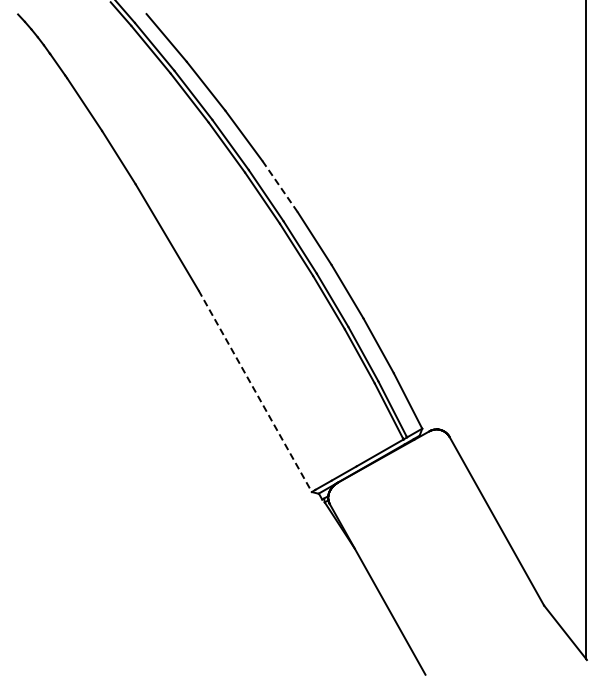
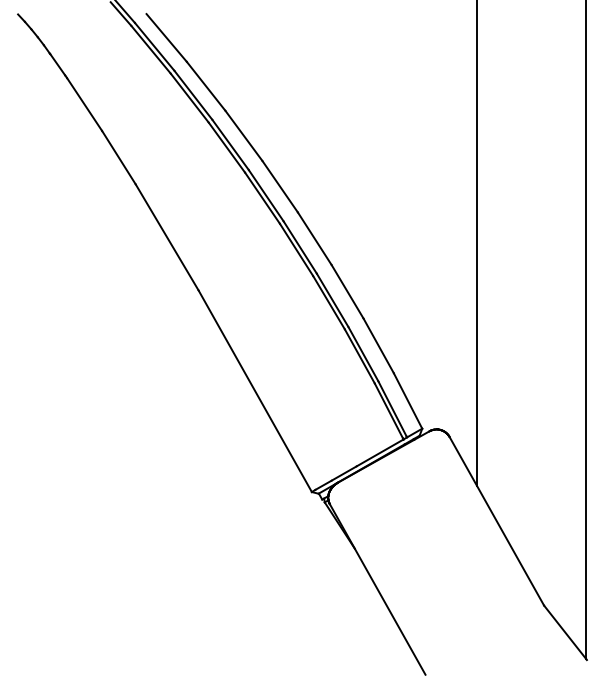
line at (280, 187): dashed -> solid
line at (477, 244): none -> present
line at (255, 391): dashed -> solid
